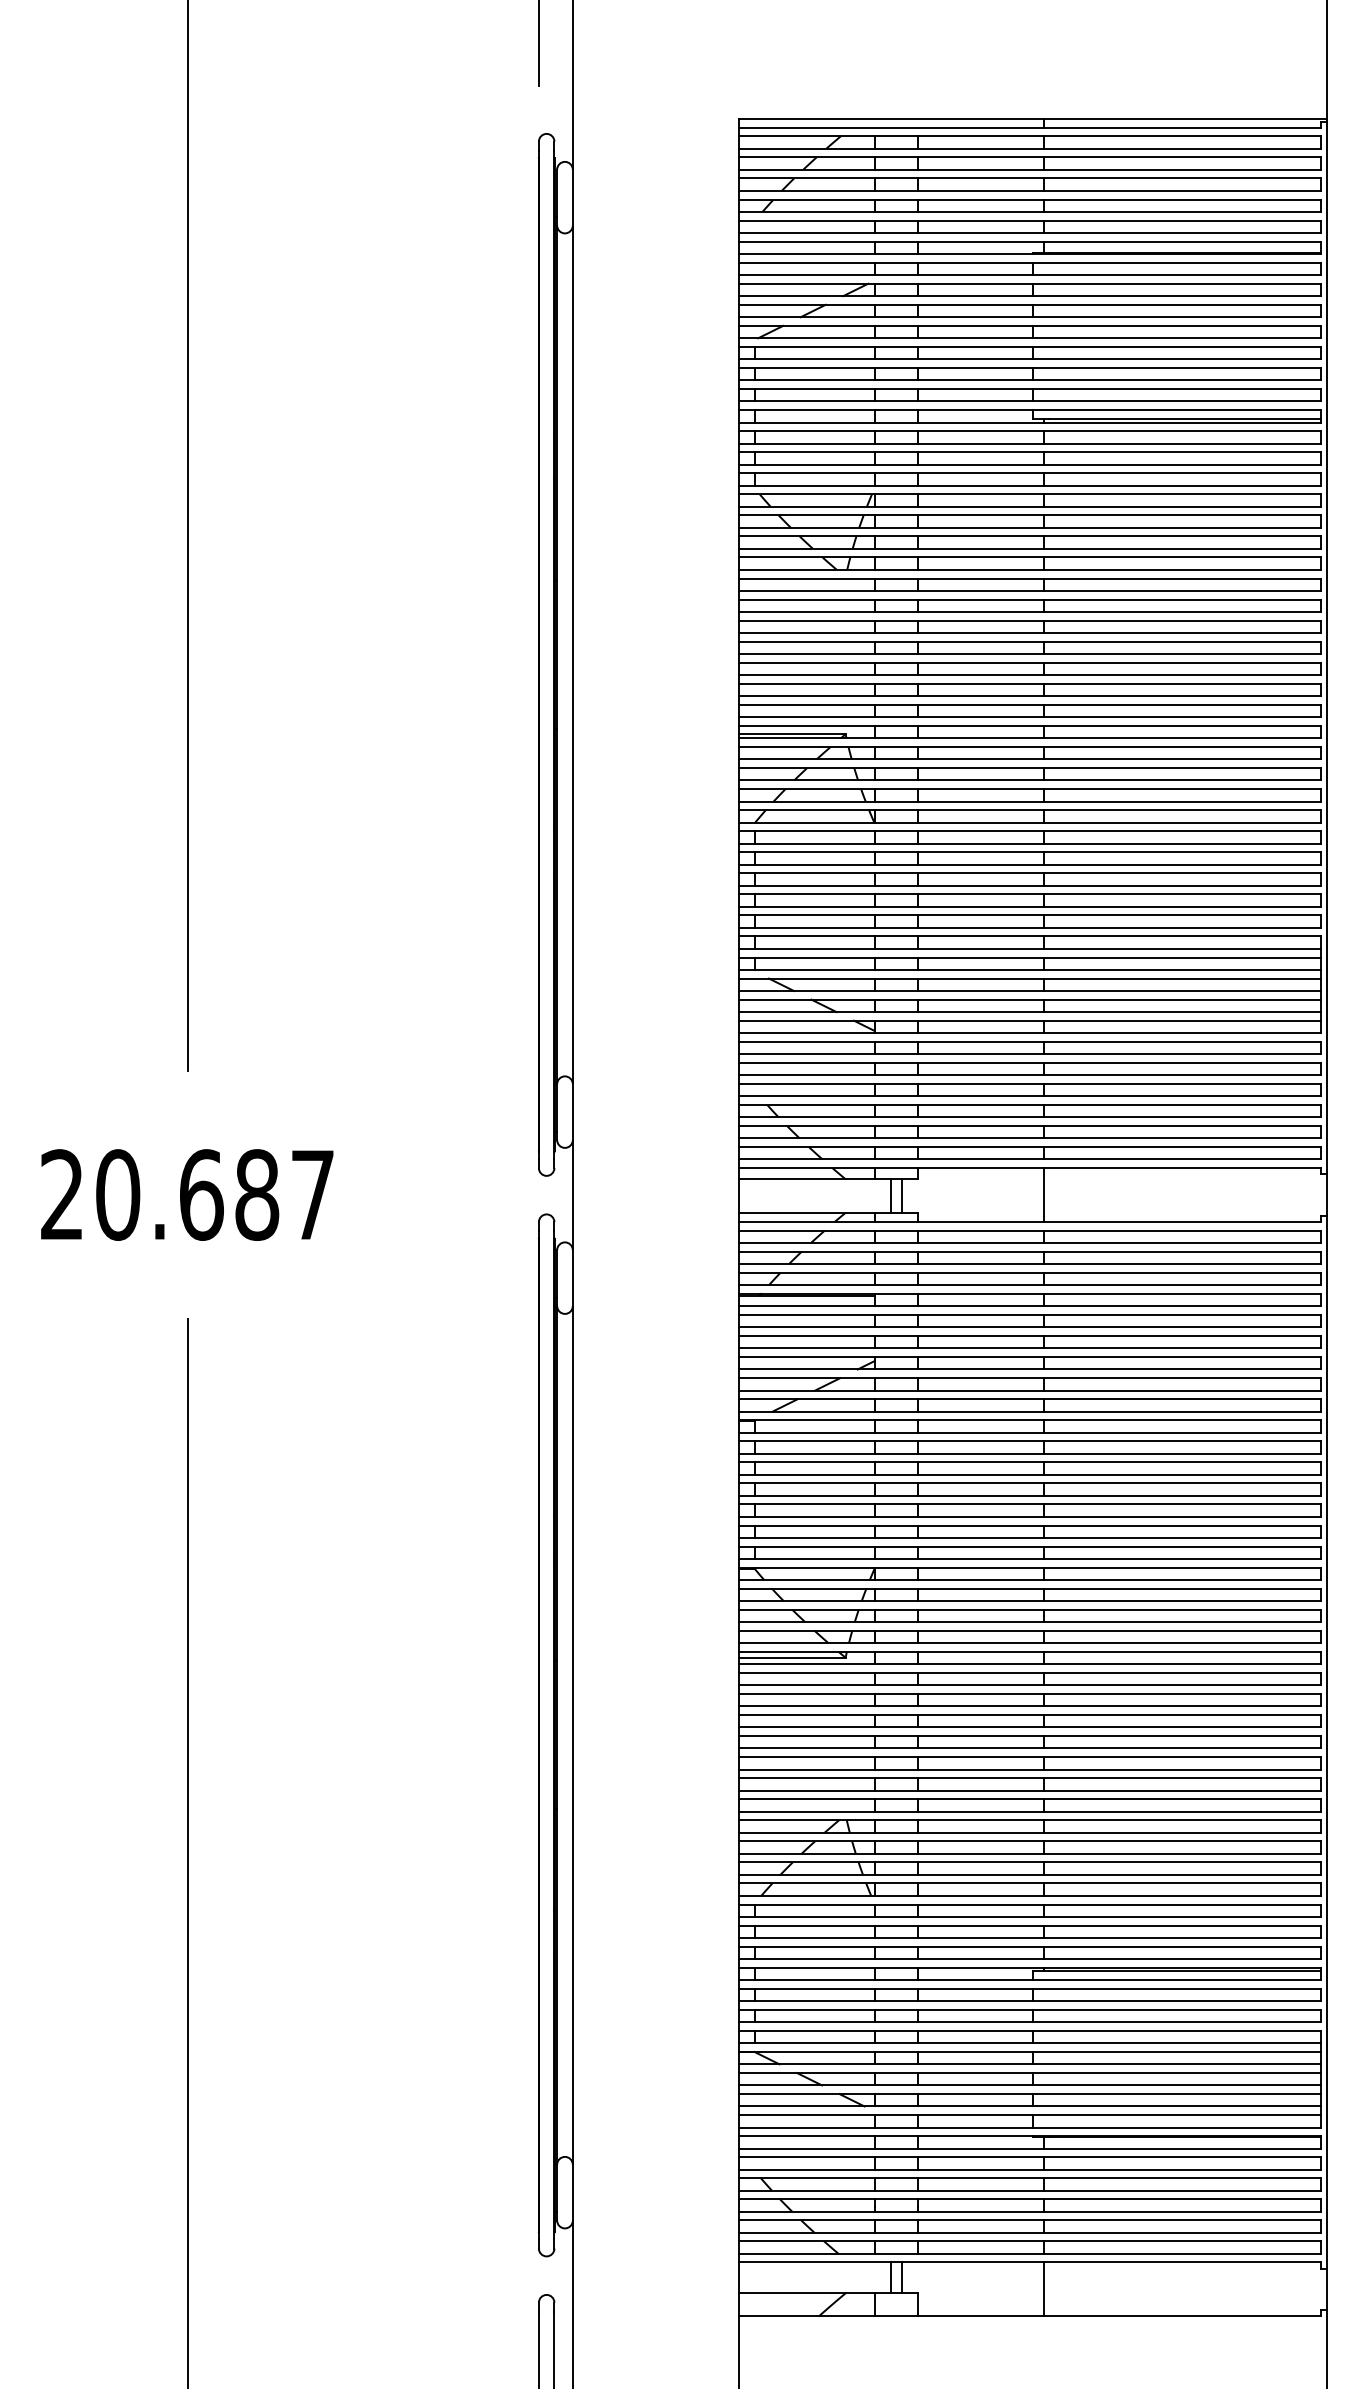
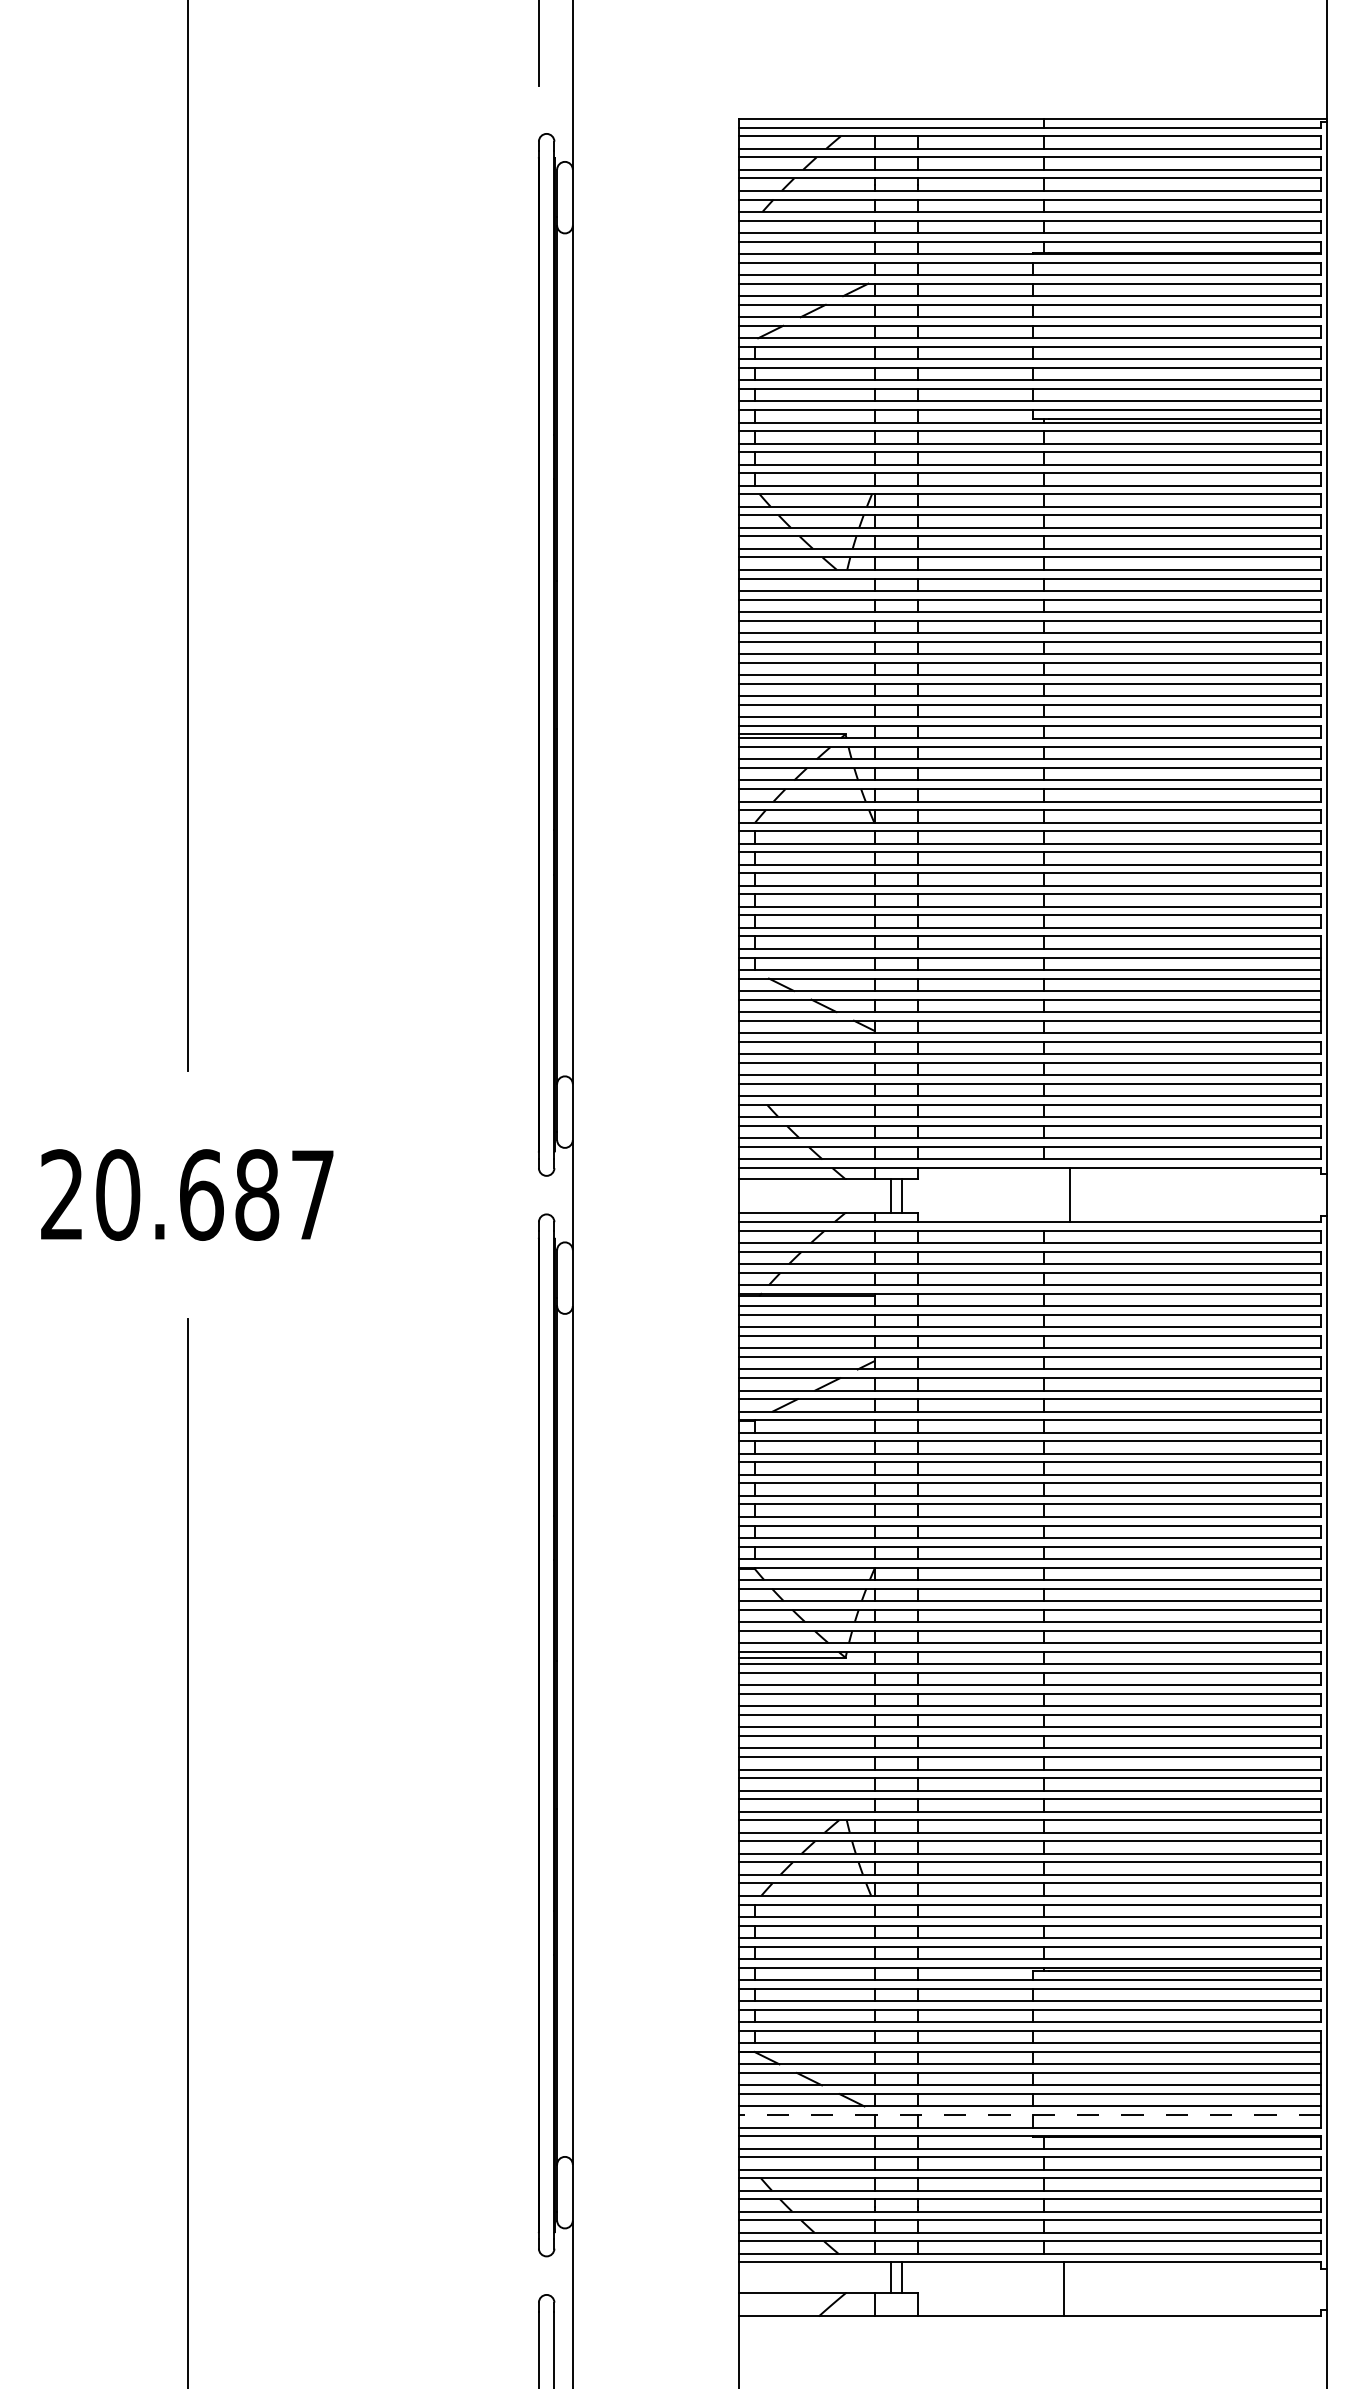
line at (1043, 1195) position: (1043, 1195) -> (1069, 1195)
line at (1029, 2115): solid -> dashed
line at (1043, 2289) position: (1043, 2289) -> (1063, 2289)
